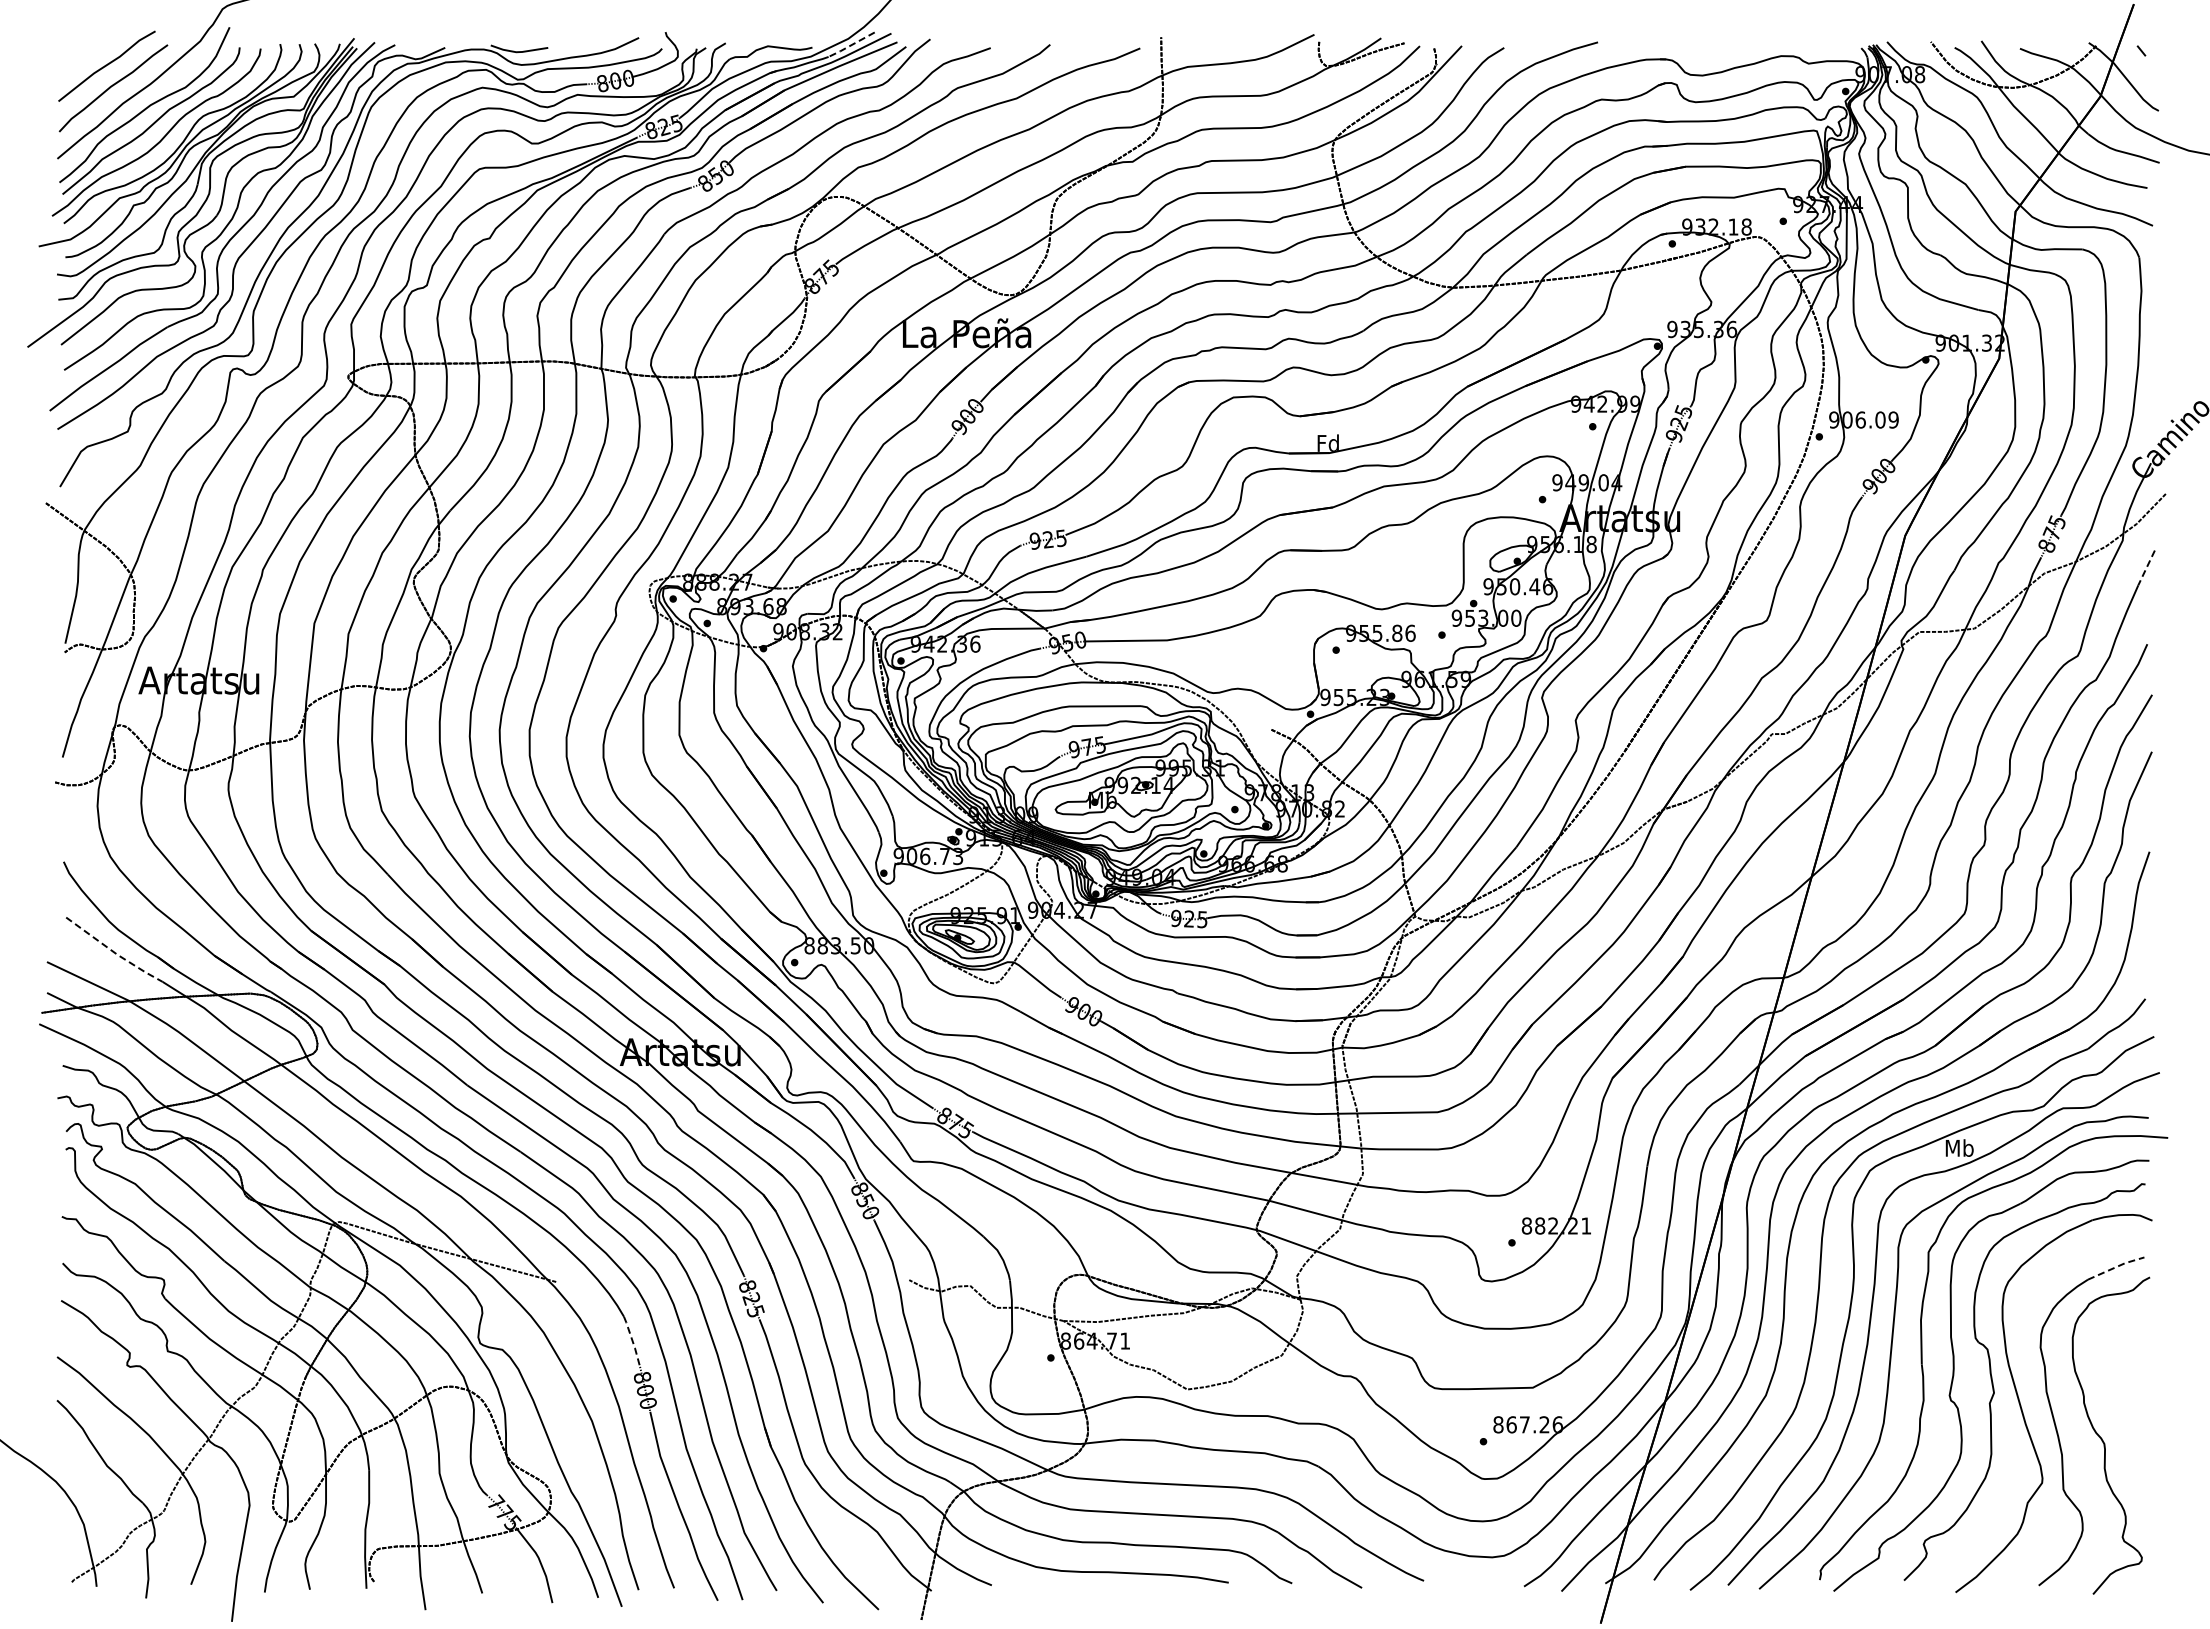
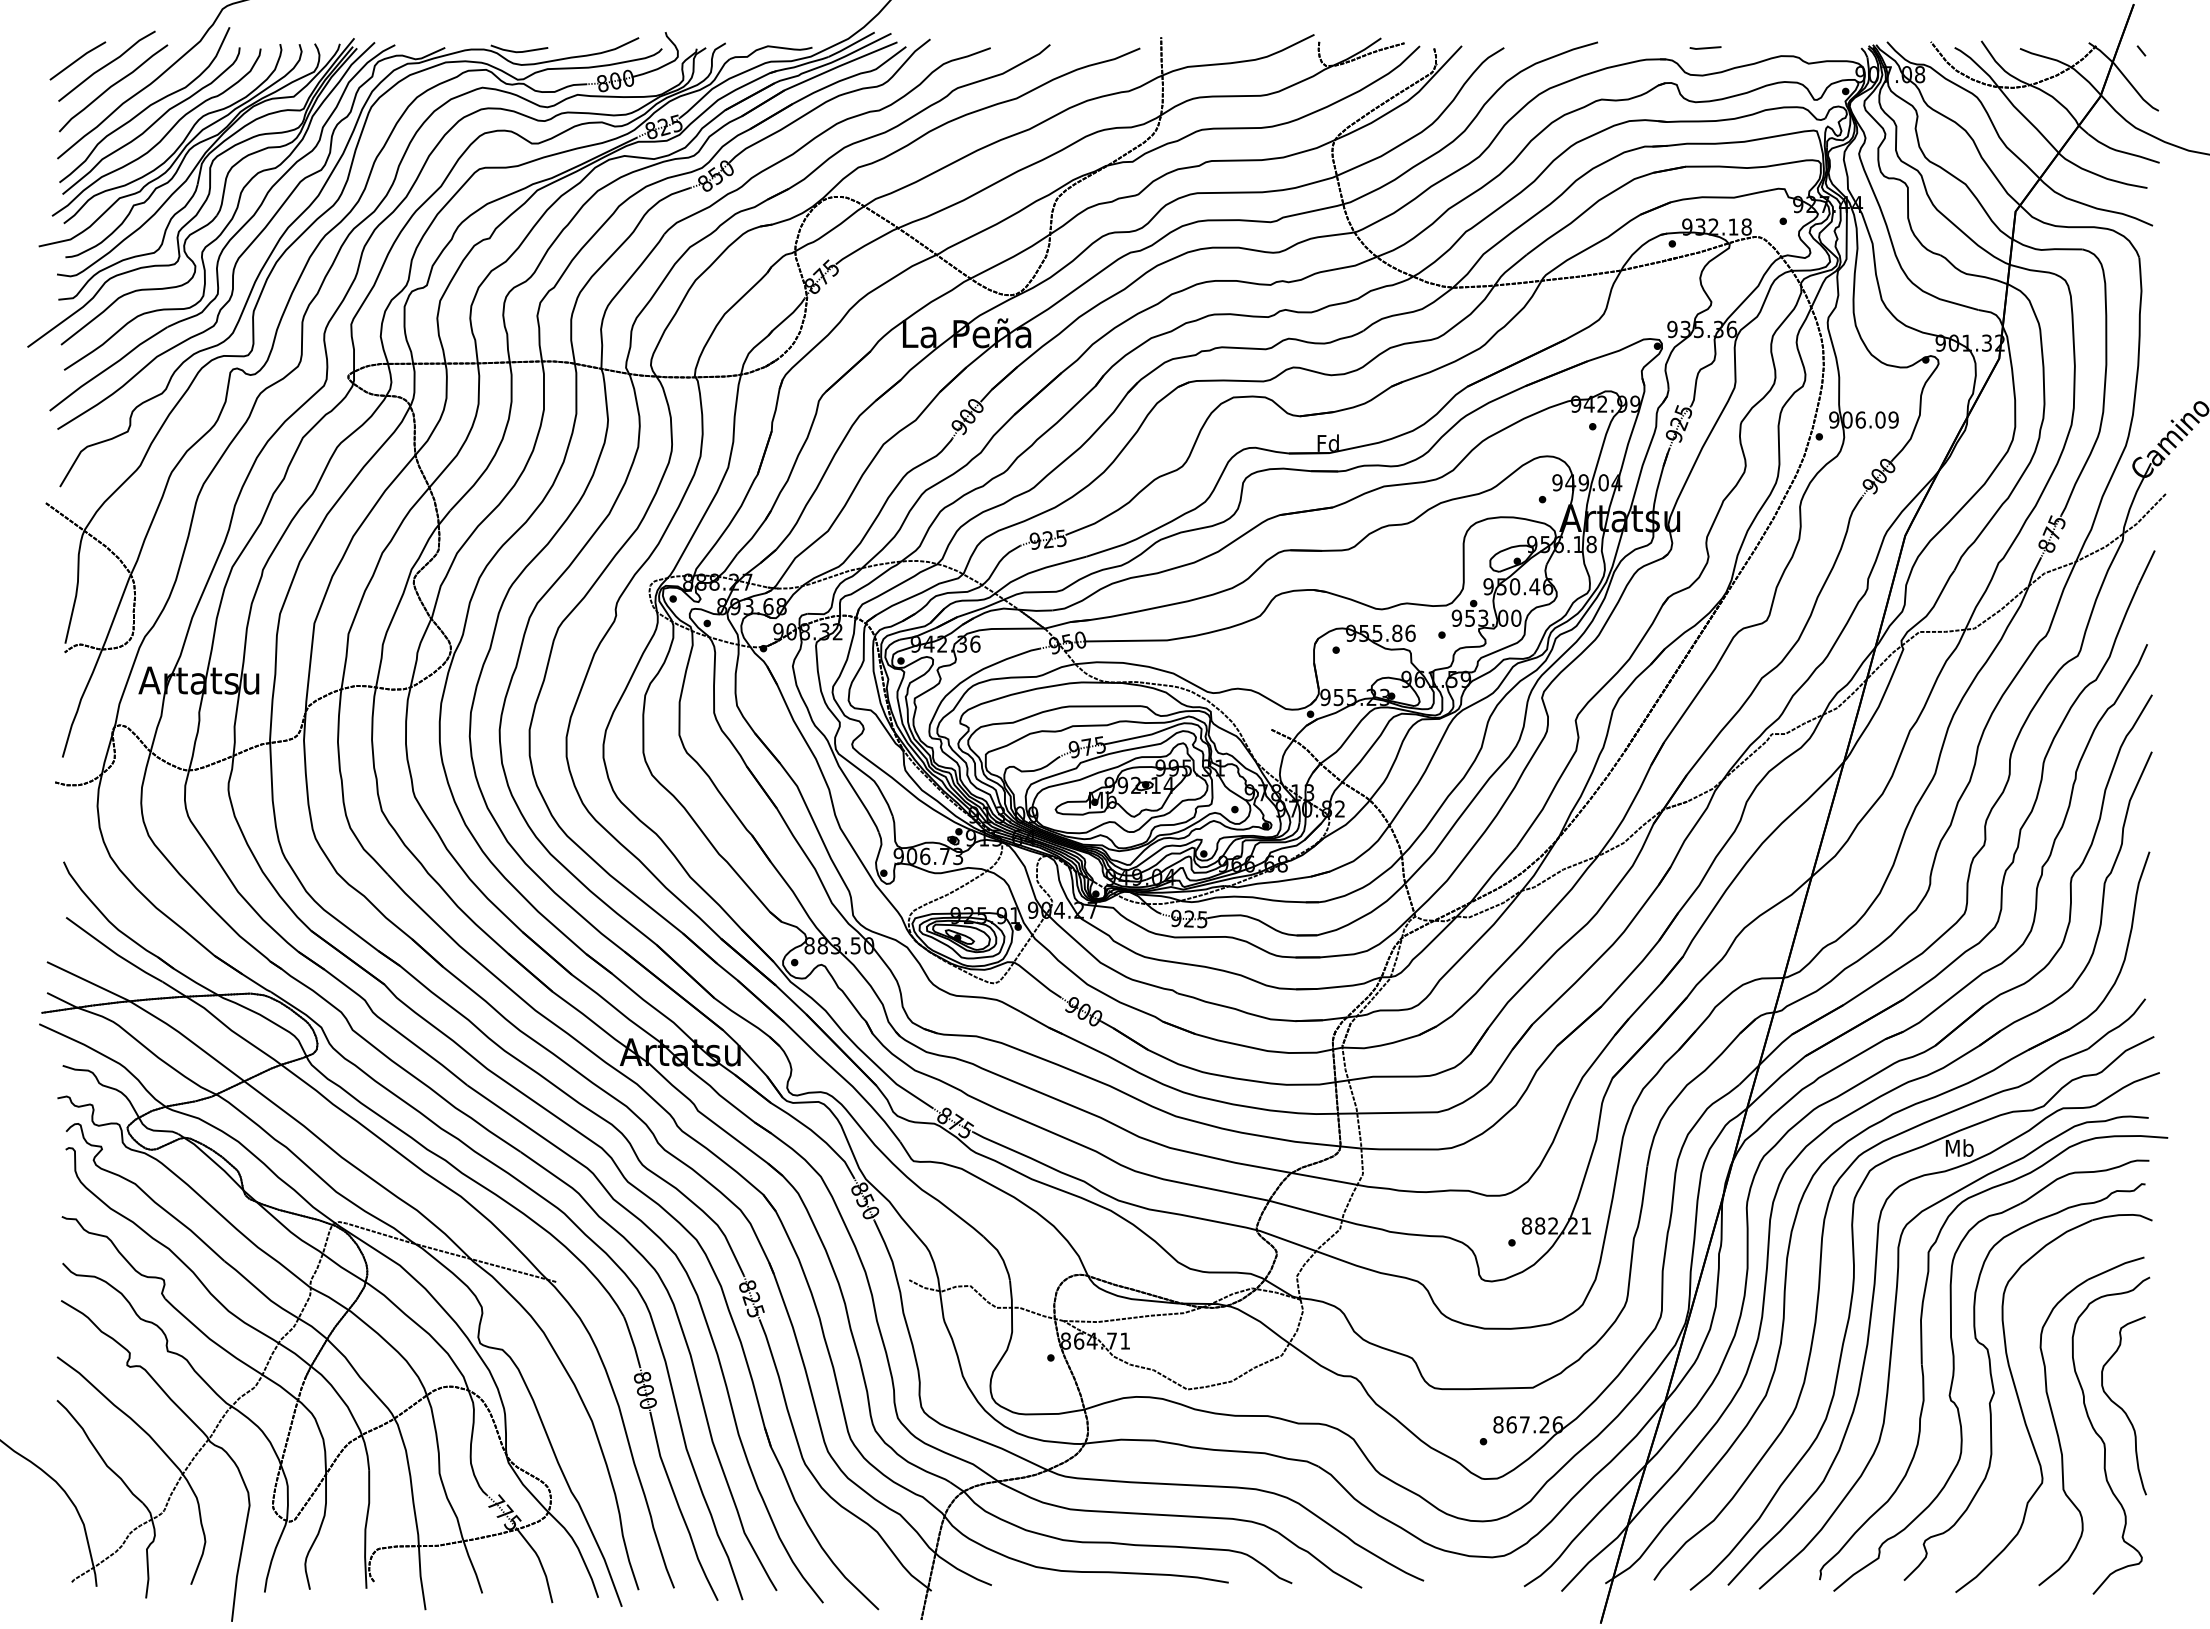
line at (851, 45): dashed -> solid
line at (1705, 47): none -> present
line at (77, 60): none -> present
line at (2146, 568): dashed -> solid
line at (114, 952): dashed -> solid
line at (2116, 1267): dashed -> solid
line at (632, 1341): dashed -> solid
curve at (2121, 1407): none -> present
